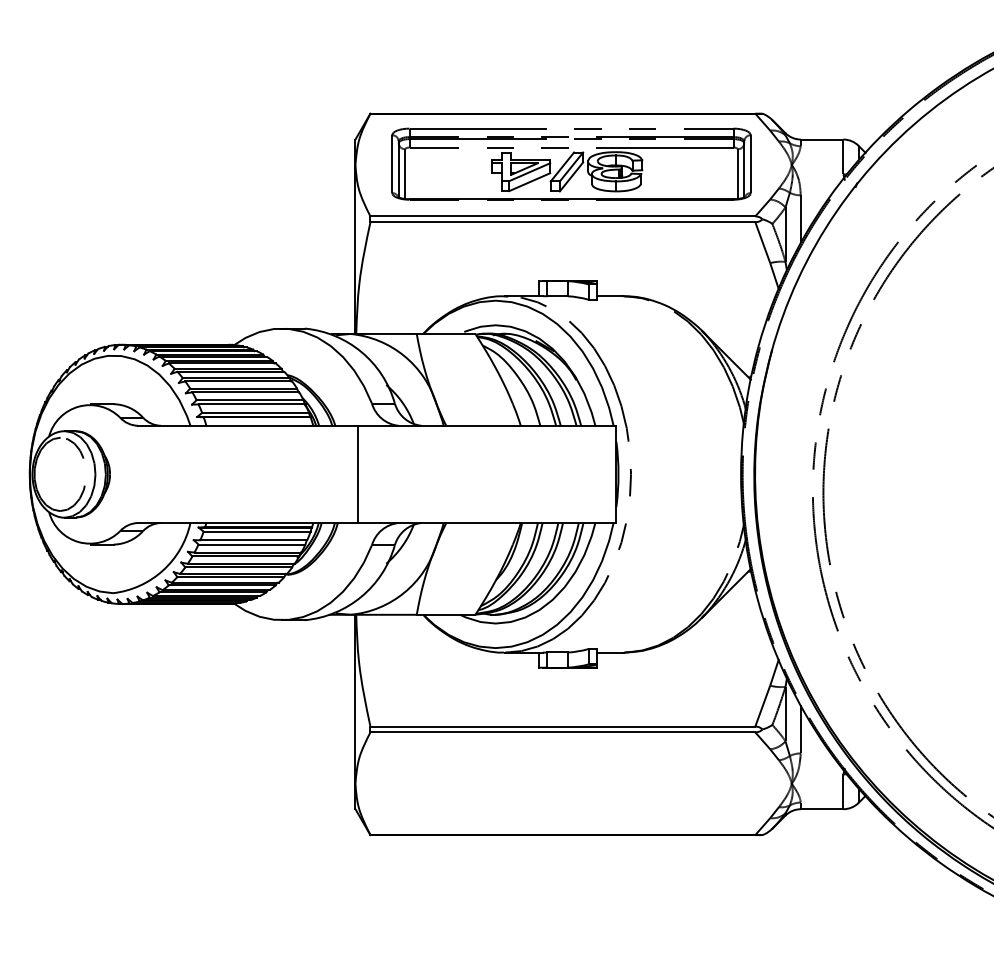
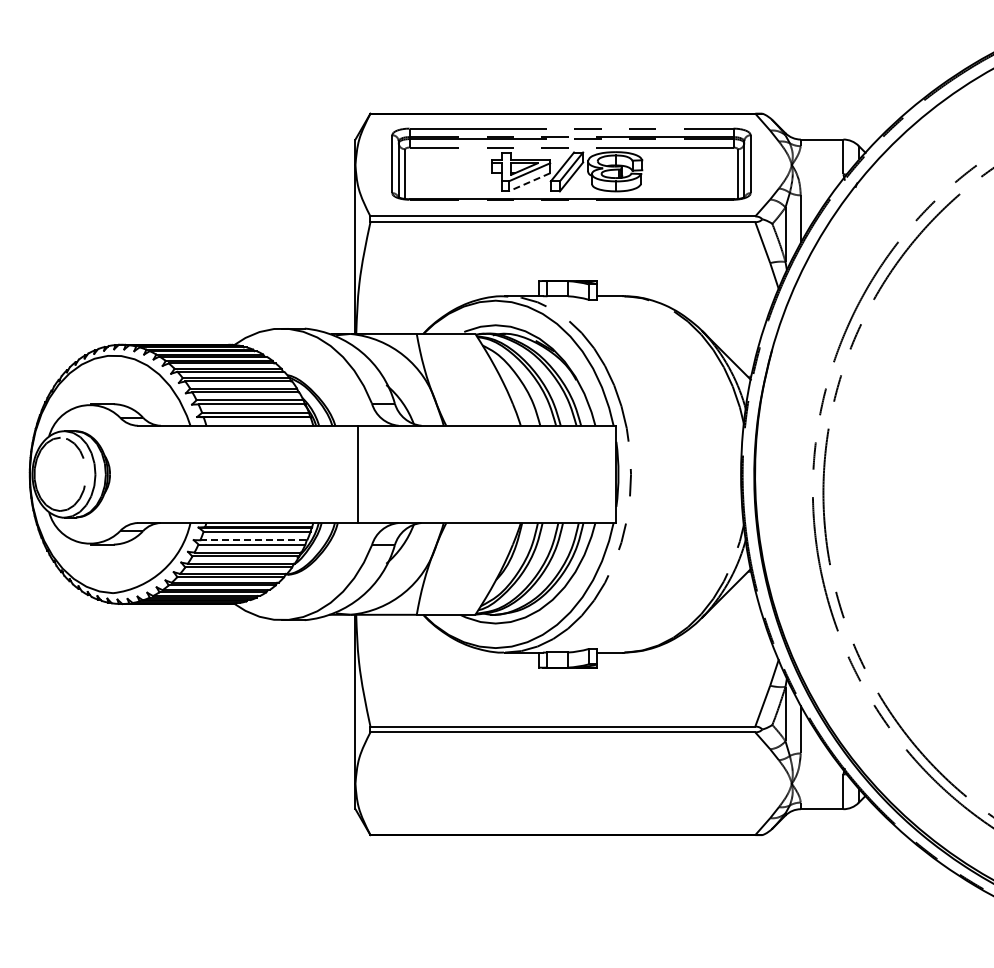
line at (529, 182): solid -> dashed
line at (254, 540): solid -> dashed
